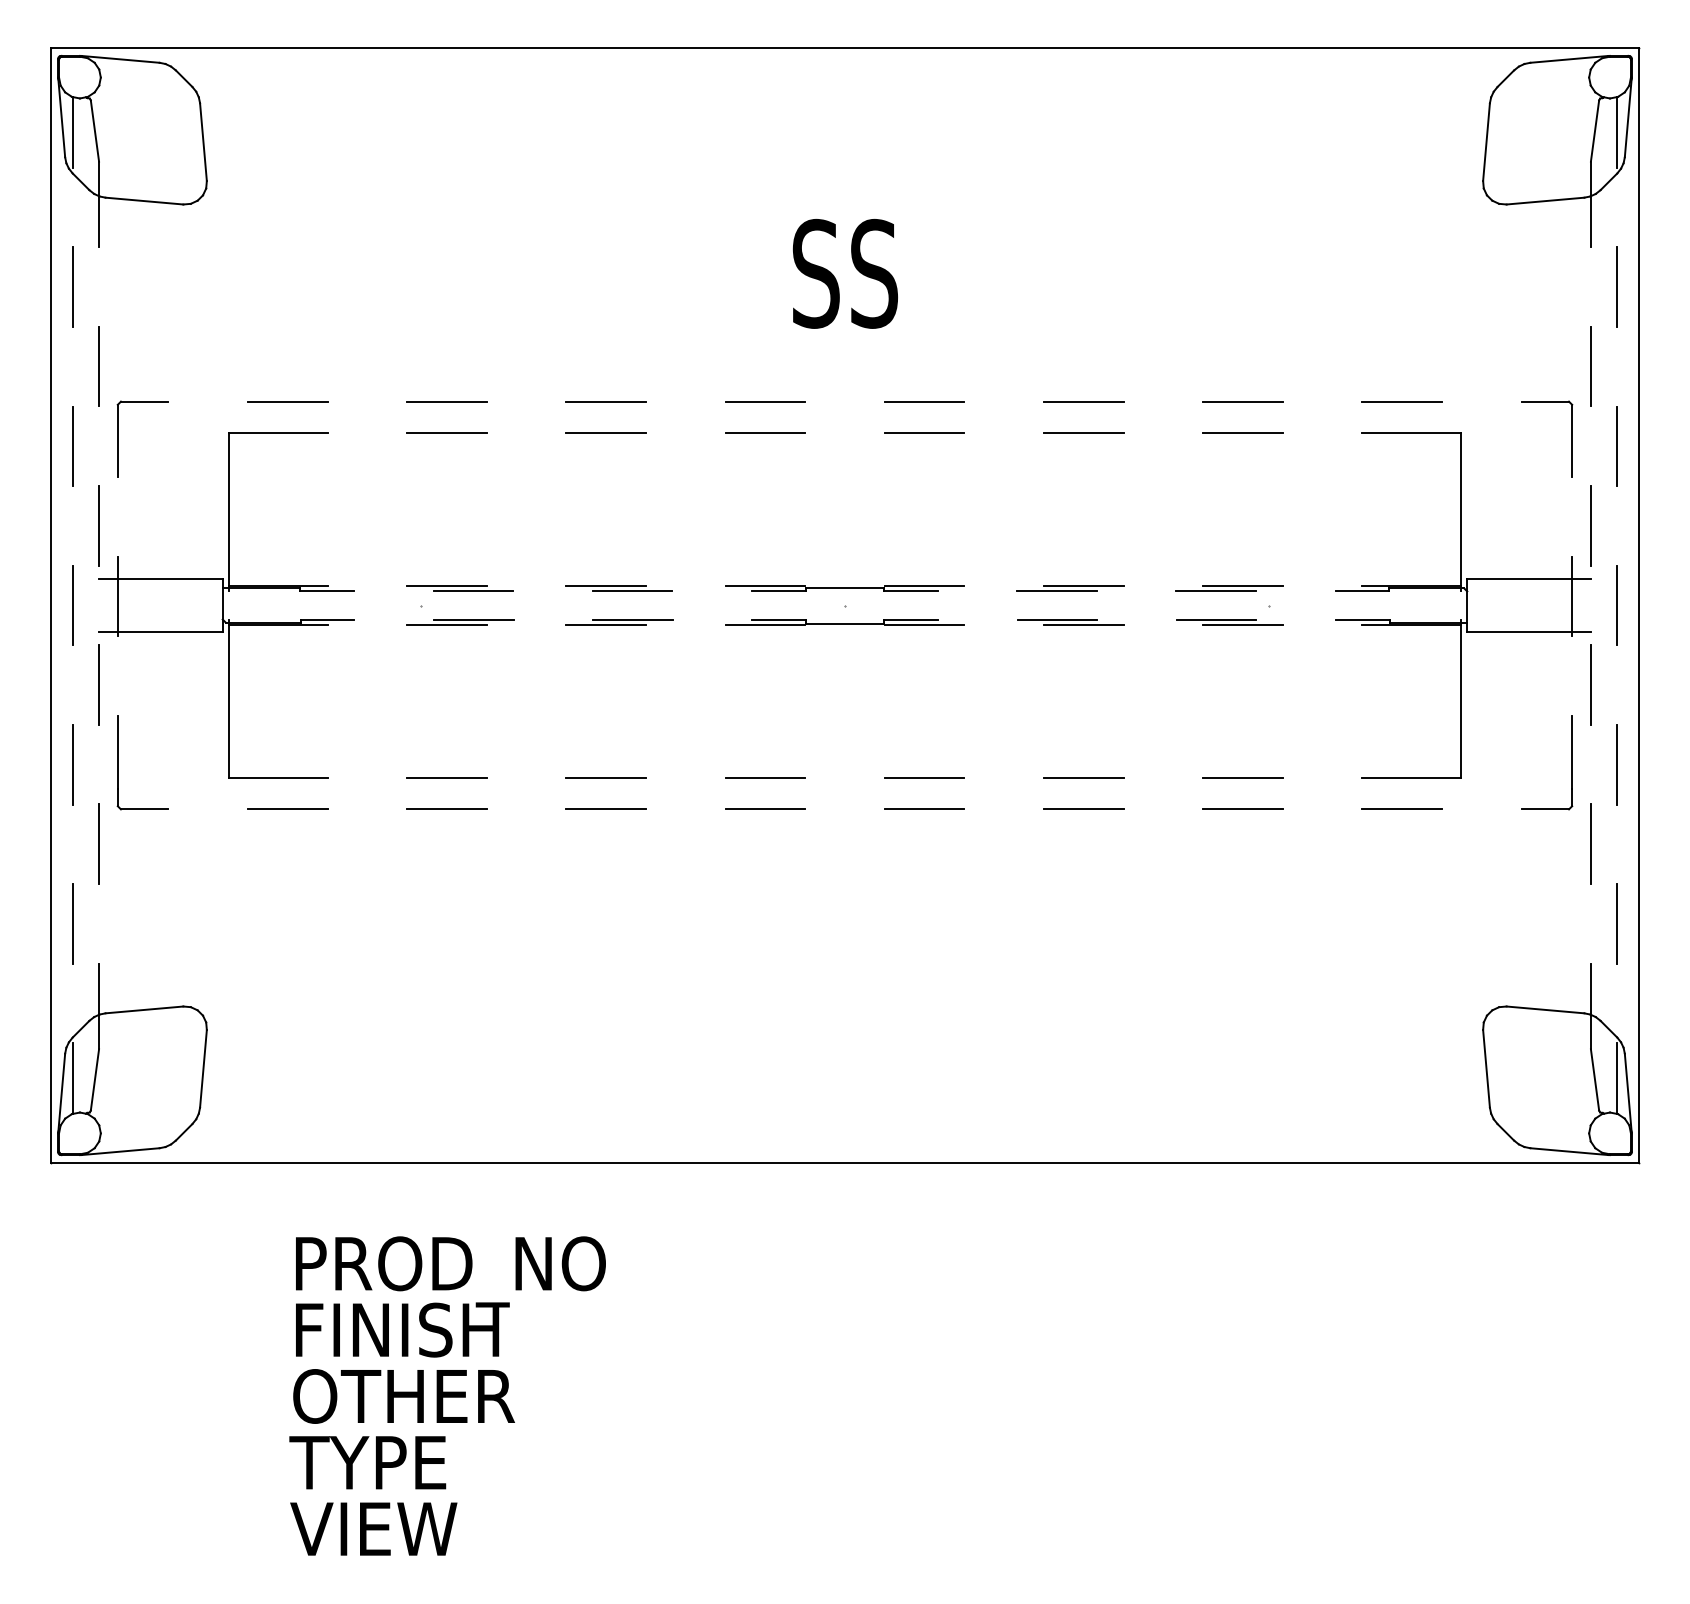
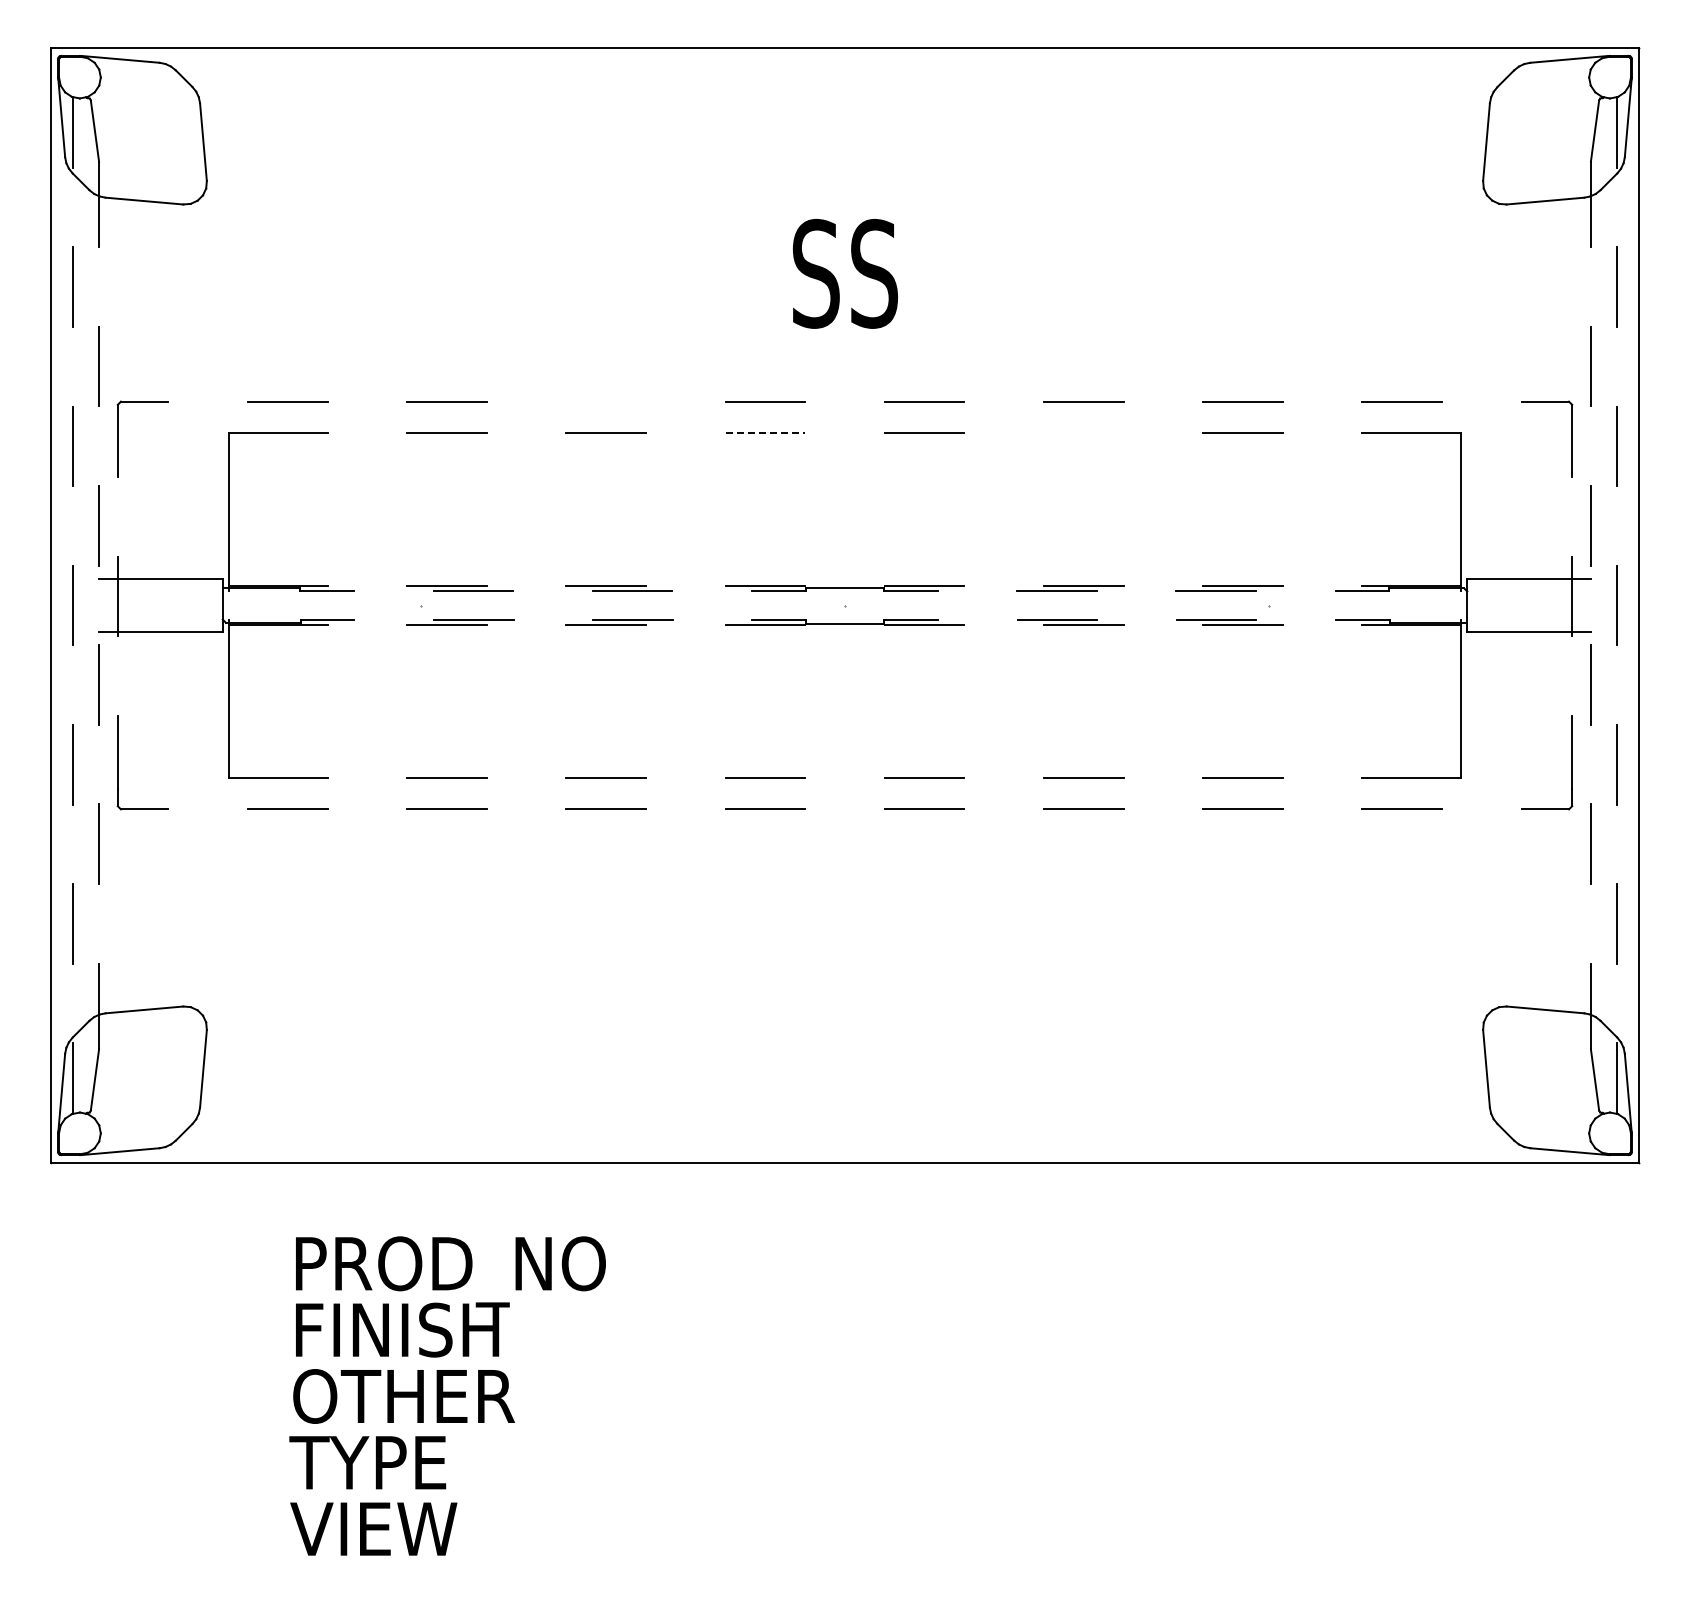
line at (605, 401): present -> none
line at (765, 432): solid -> dashed
line at (1083, 432): present -> none
